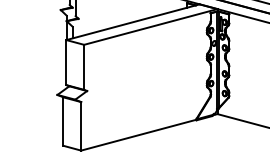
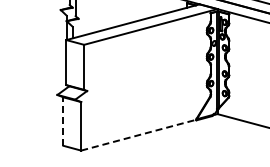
line at (63, 121): solid -> dashed
line at (138, 135): solid -> dashed
